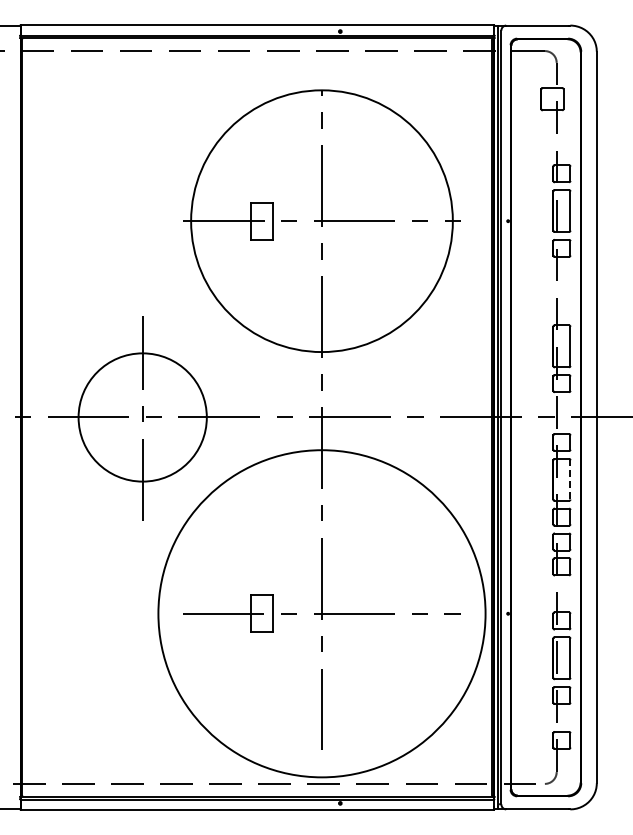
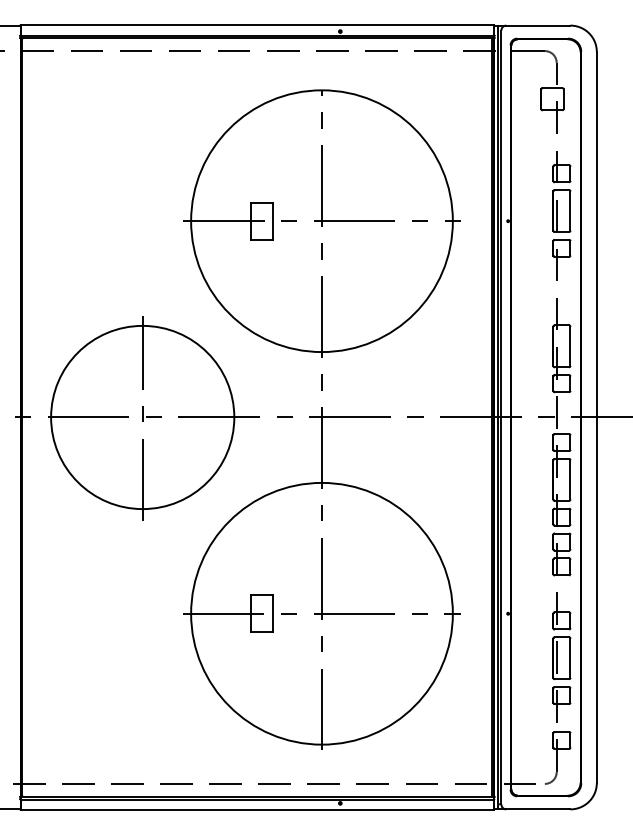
circle at (142, 417) diameter: 128 px -> 183 px
line at (570, 479): dashed -> solid
circle at (321, 613) diameter: 327 px -> 262 px
